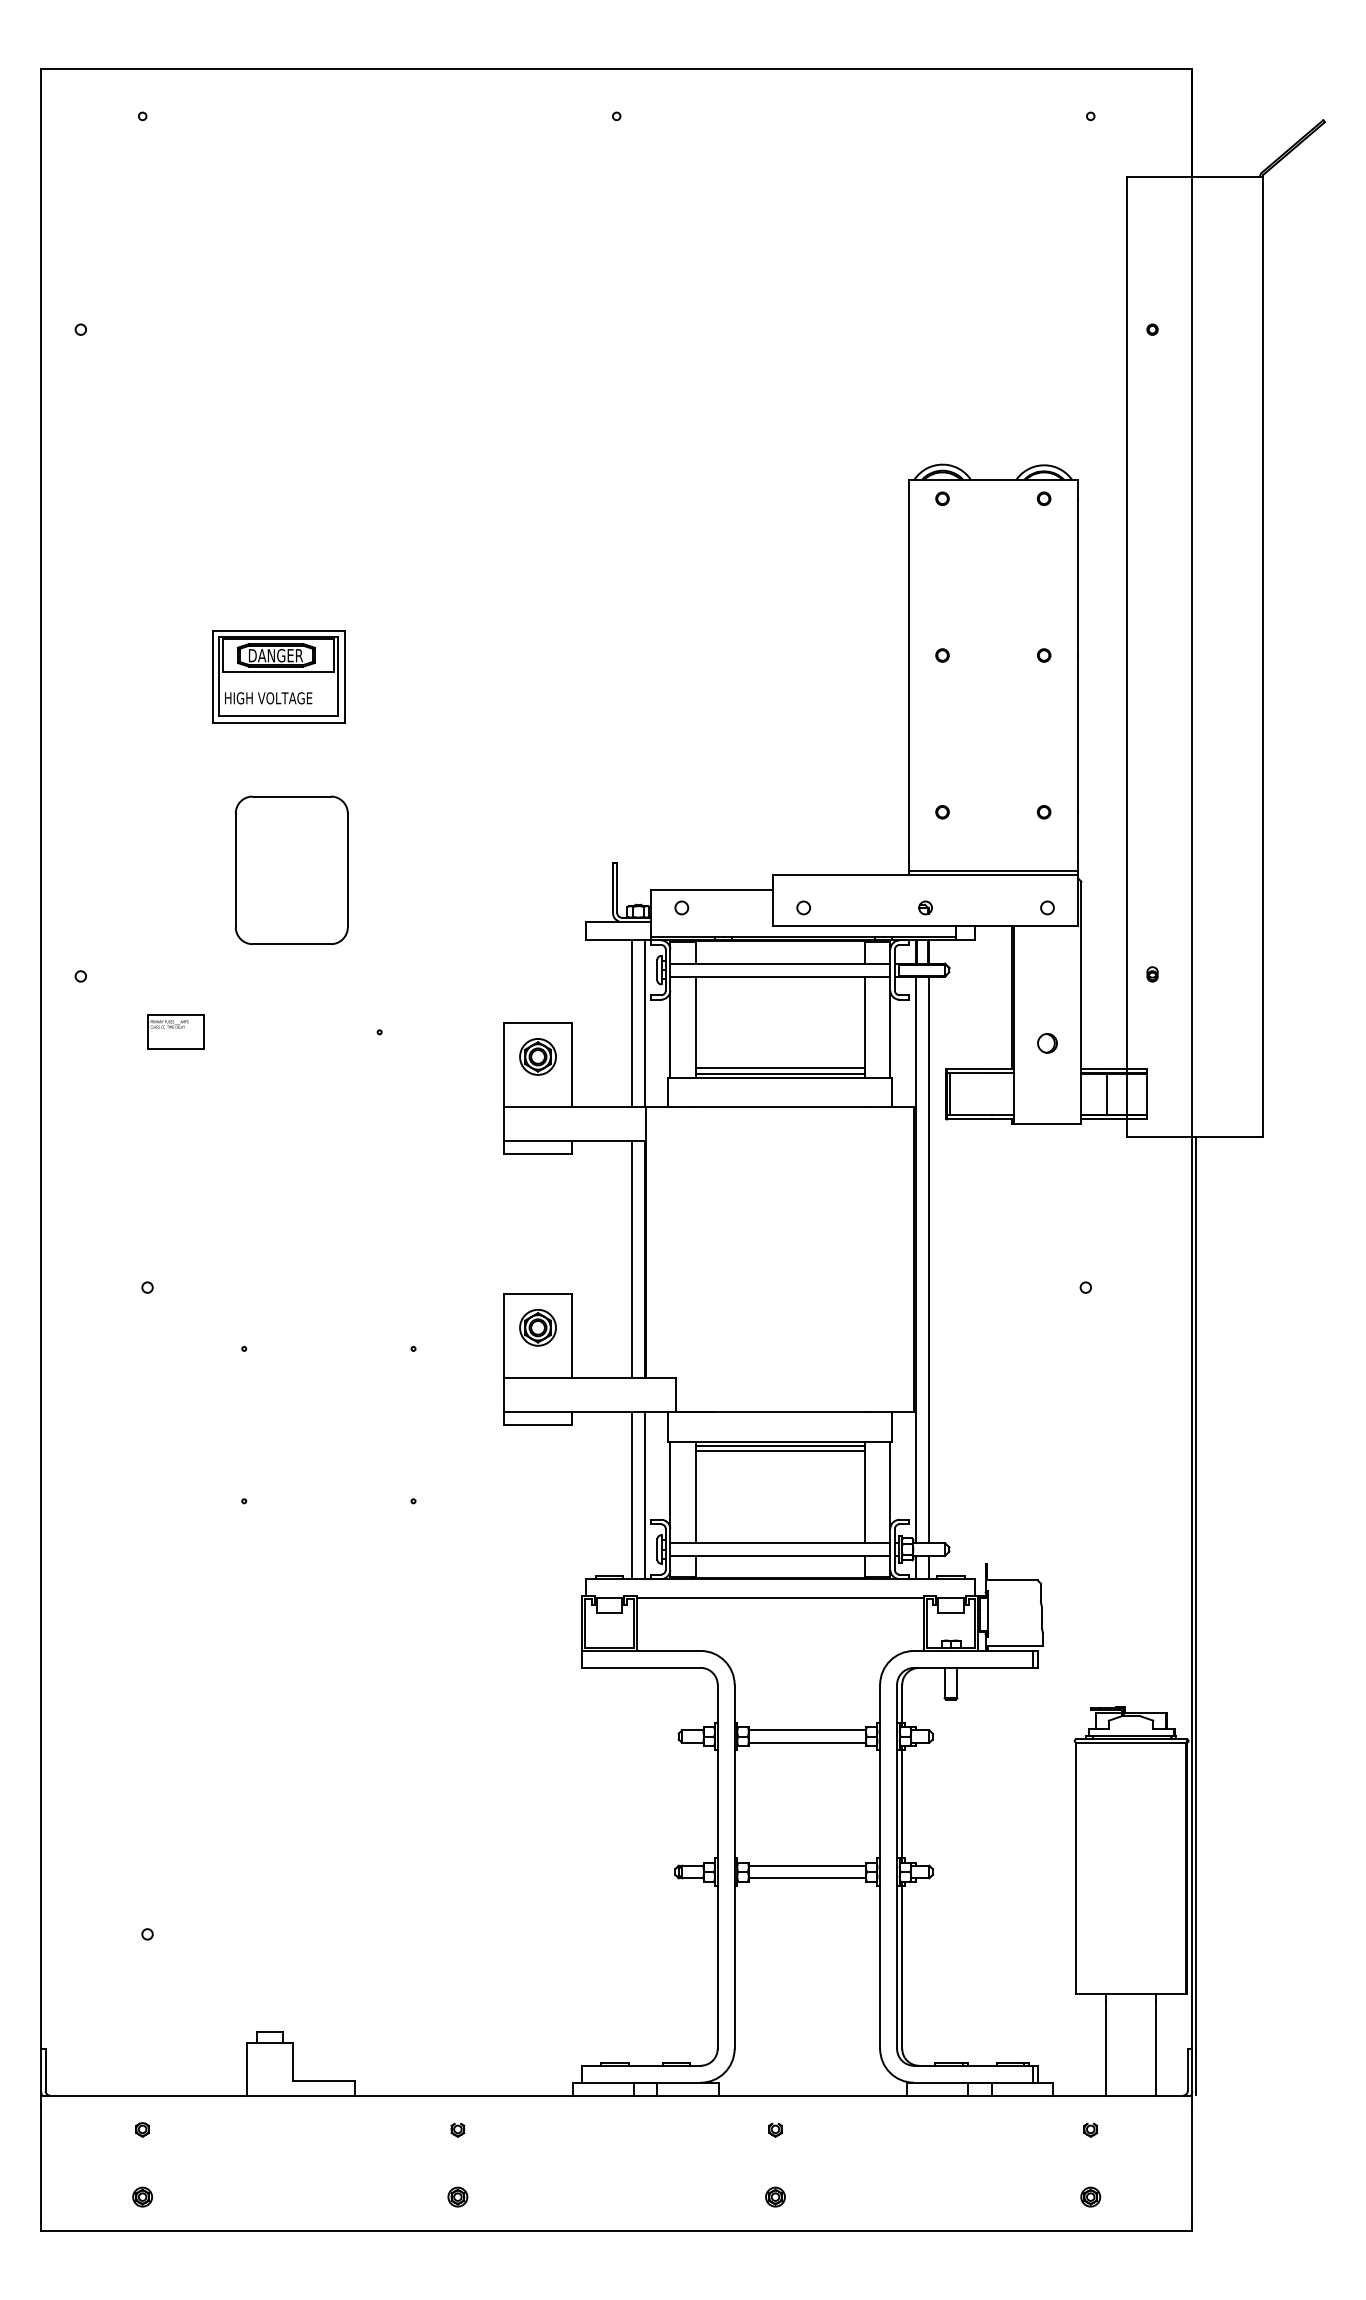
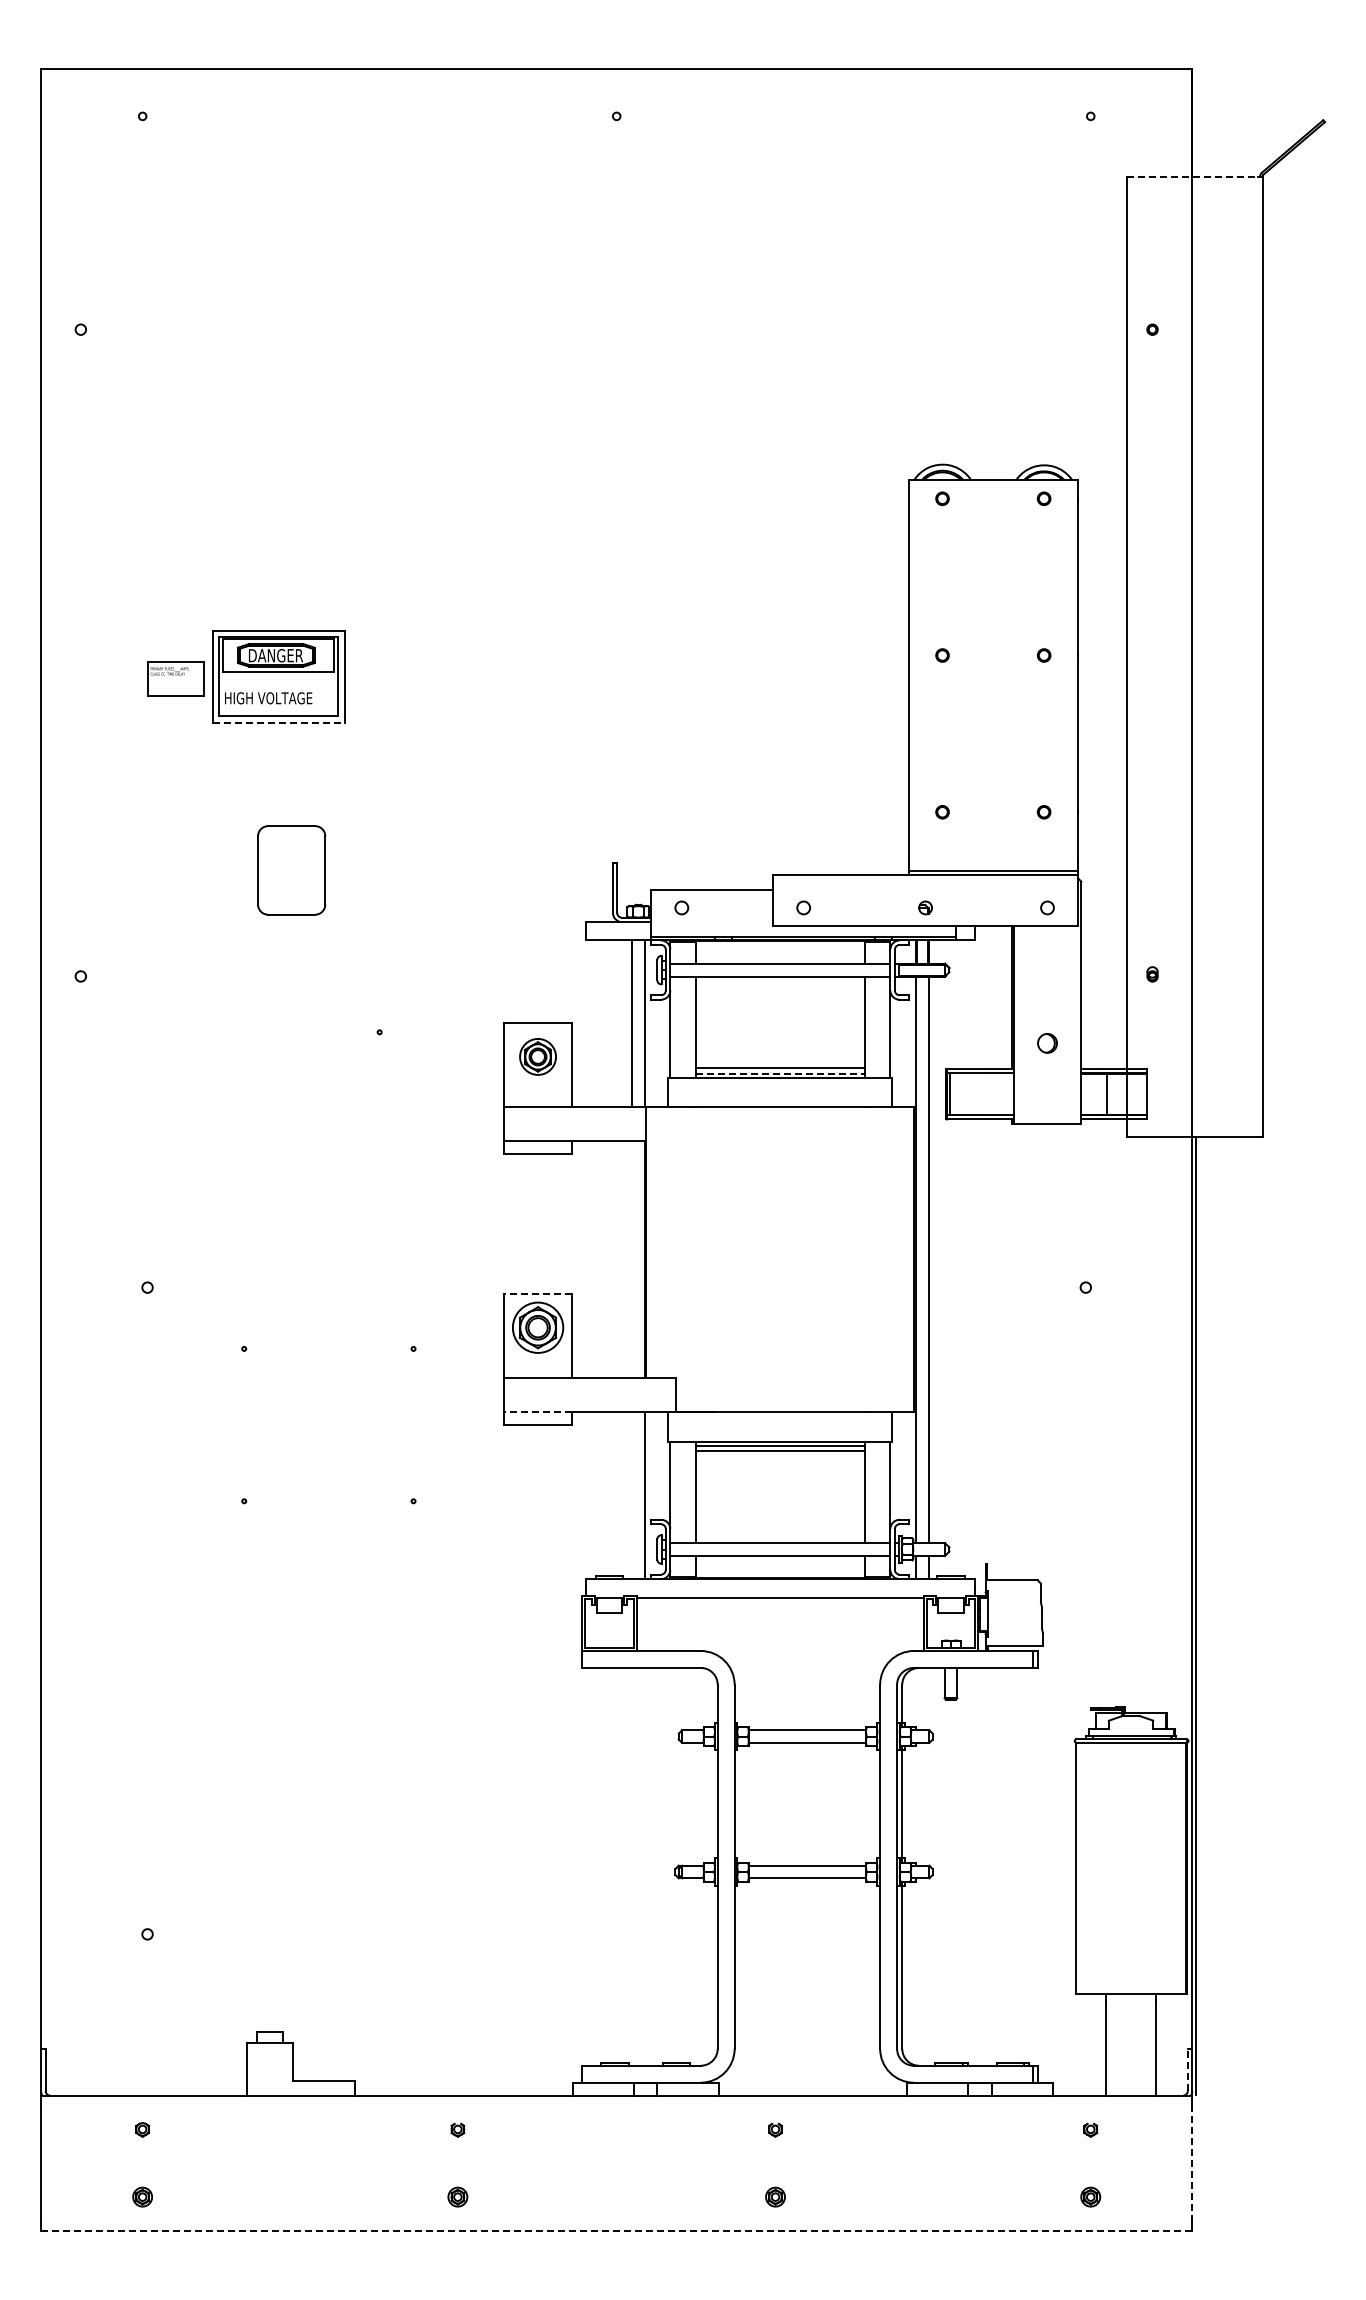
line at (1192, 176): solid -> dashed
line at (278, 722): solid -> dashed
part at (291, 870) size: 115x151 px -> 70x91 px
part at (175, 1031) position: (175, 1031) -> (175, 678)
line at (780, 1073): solid -> dashed
line at (632, 1259): present -> none
line at (538, 1293): solid -> dashed
part at (537, 1327) size: 38x38 px -> 53x53 px
line at (538, 1412): solid -> dashed
line at (632, 1495): present -> none
line at (1187, 2070): solid -> dashed
line at (1192, 2163): solid -> dashed
line at (616, 2230): solid -> dashed
